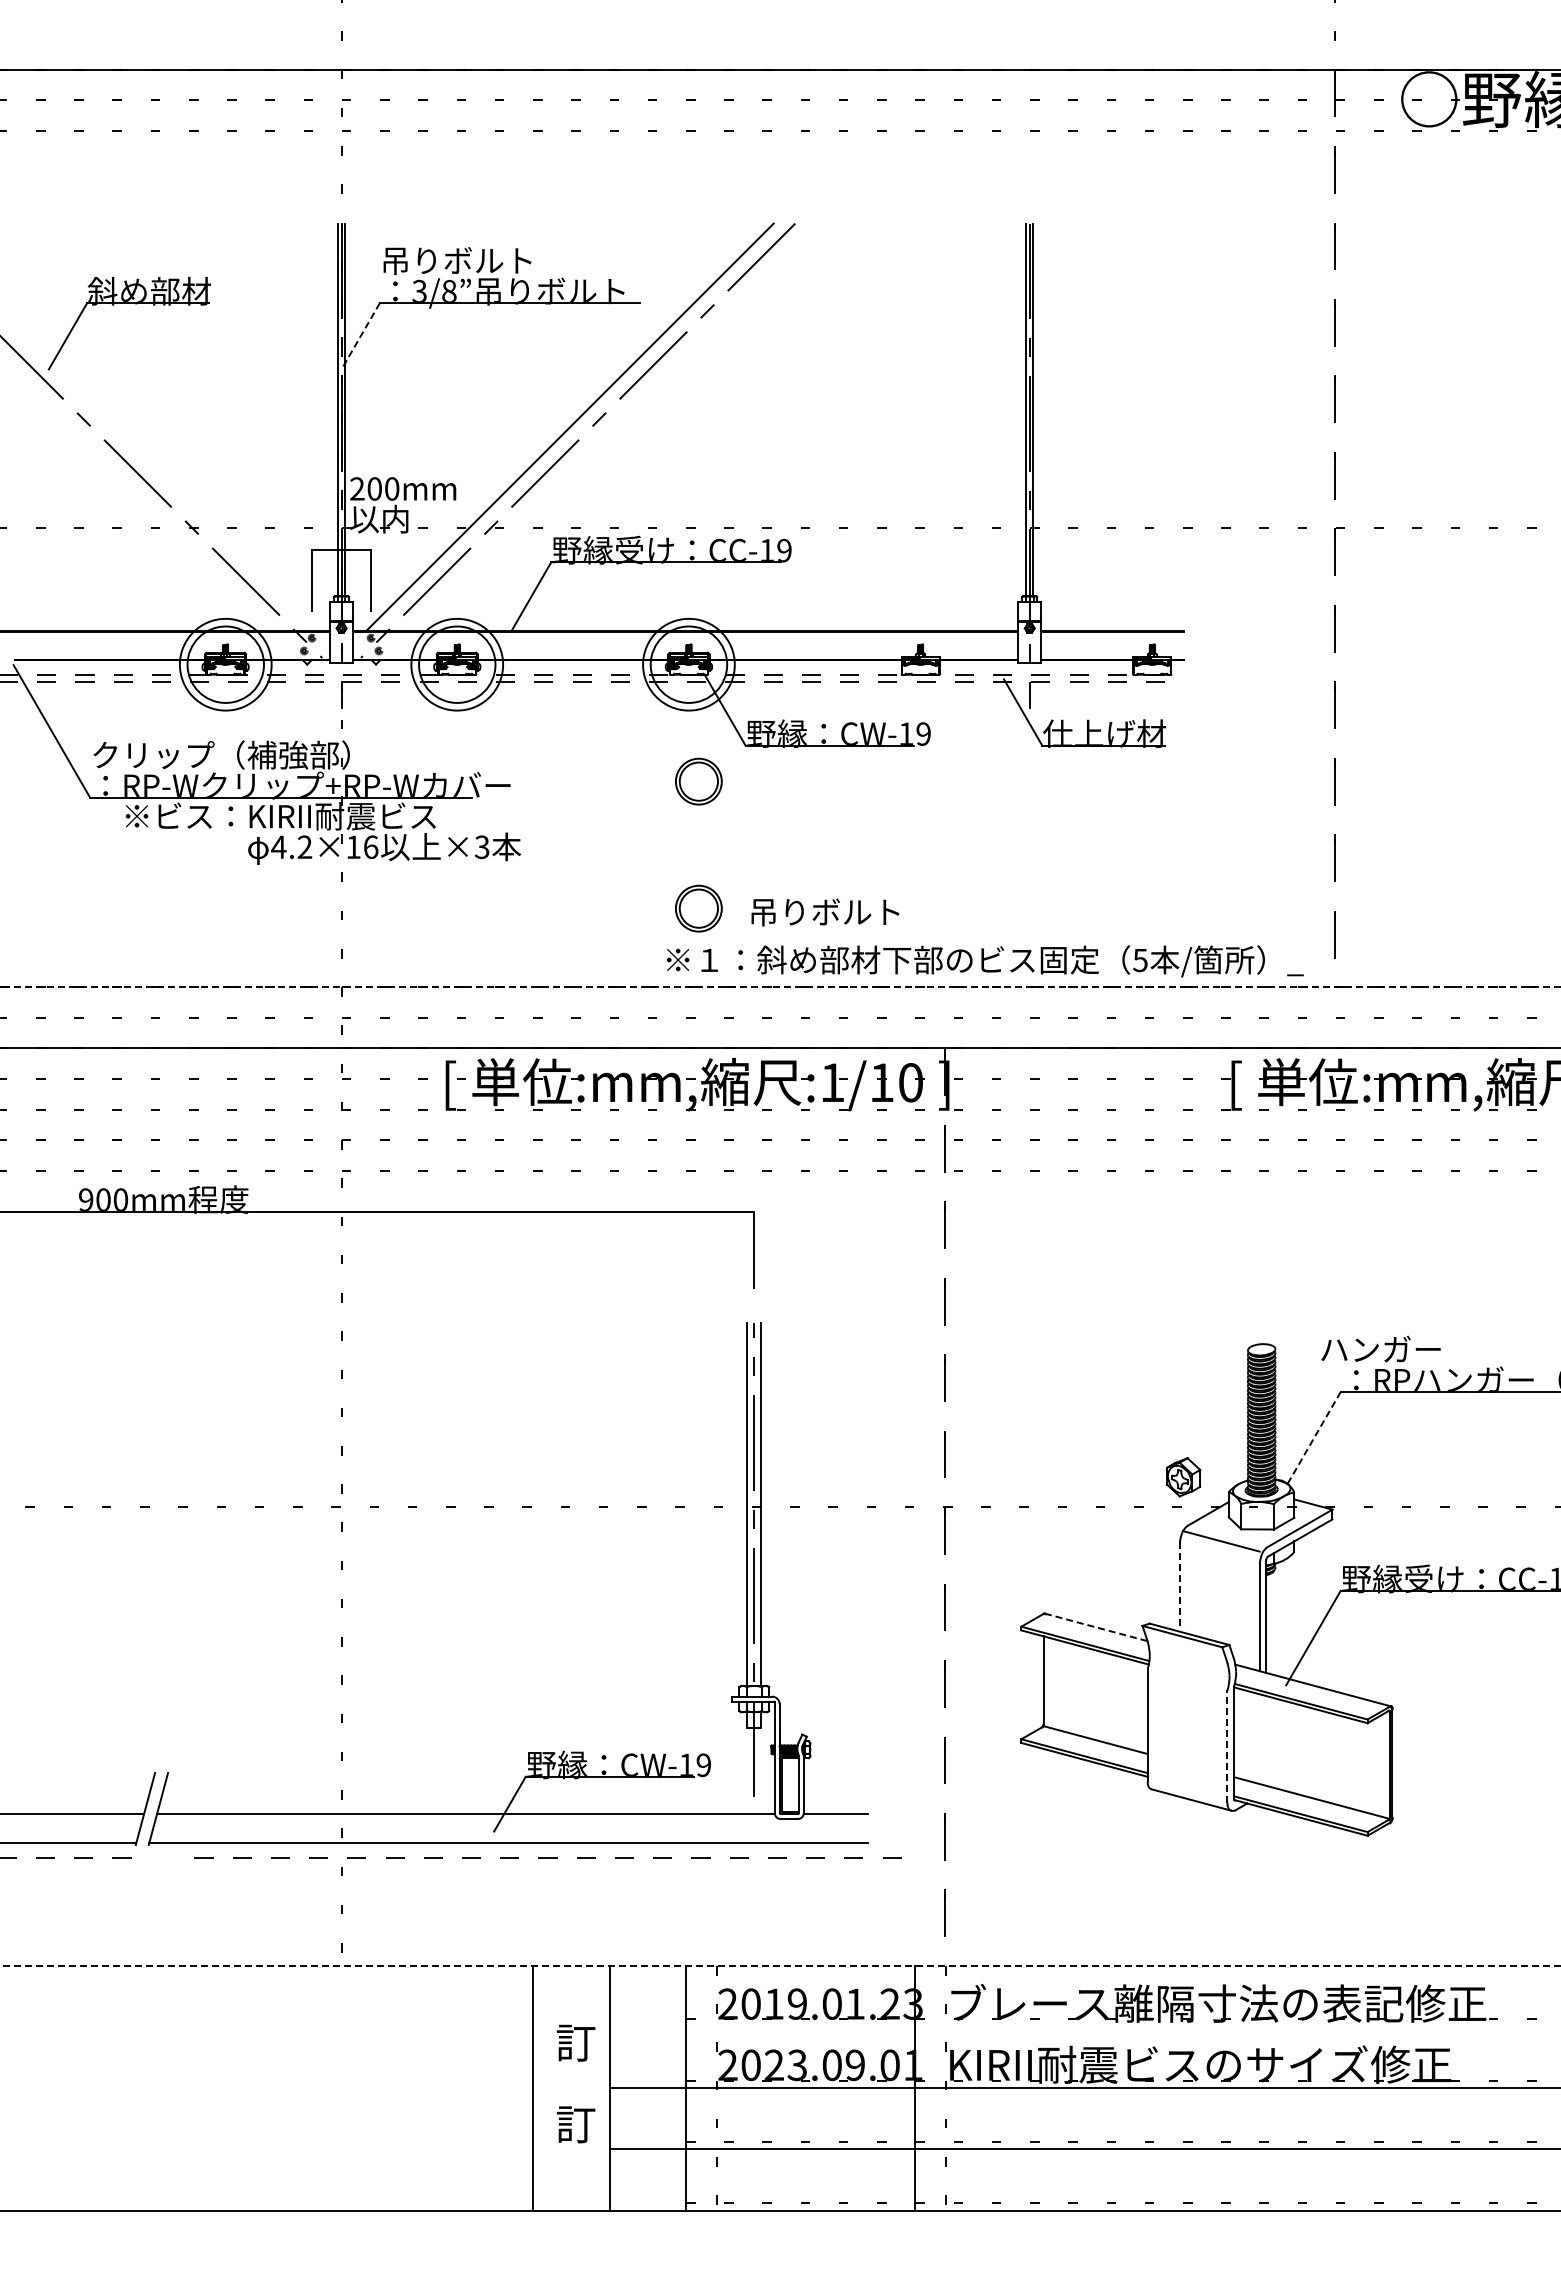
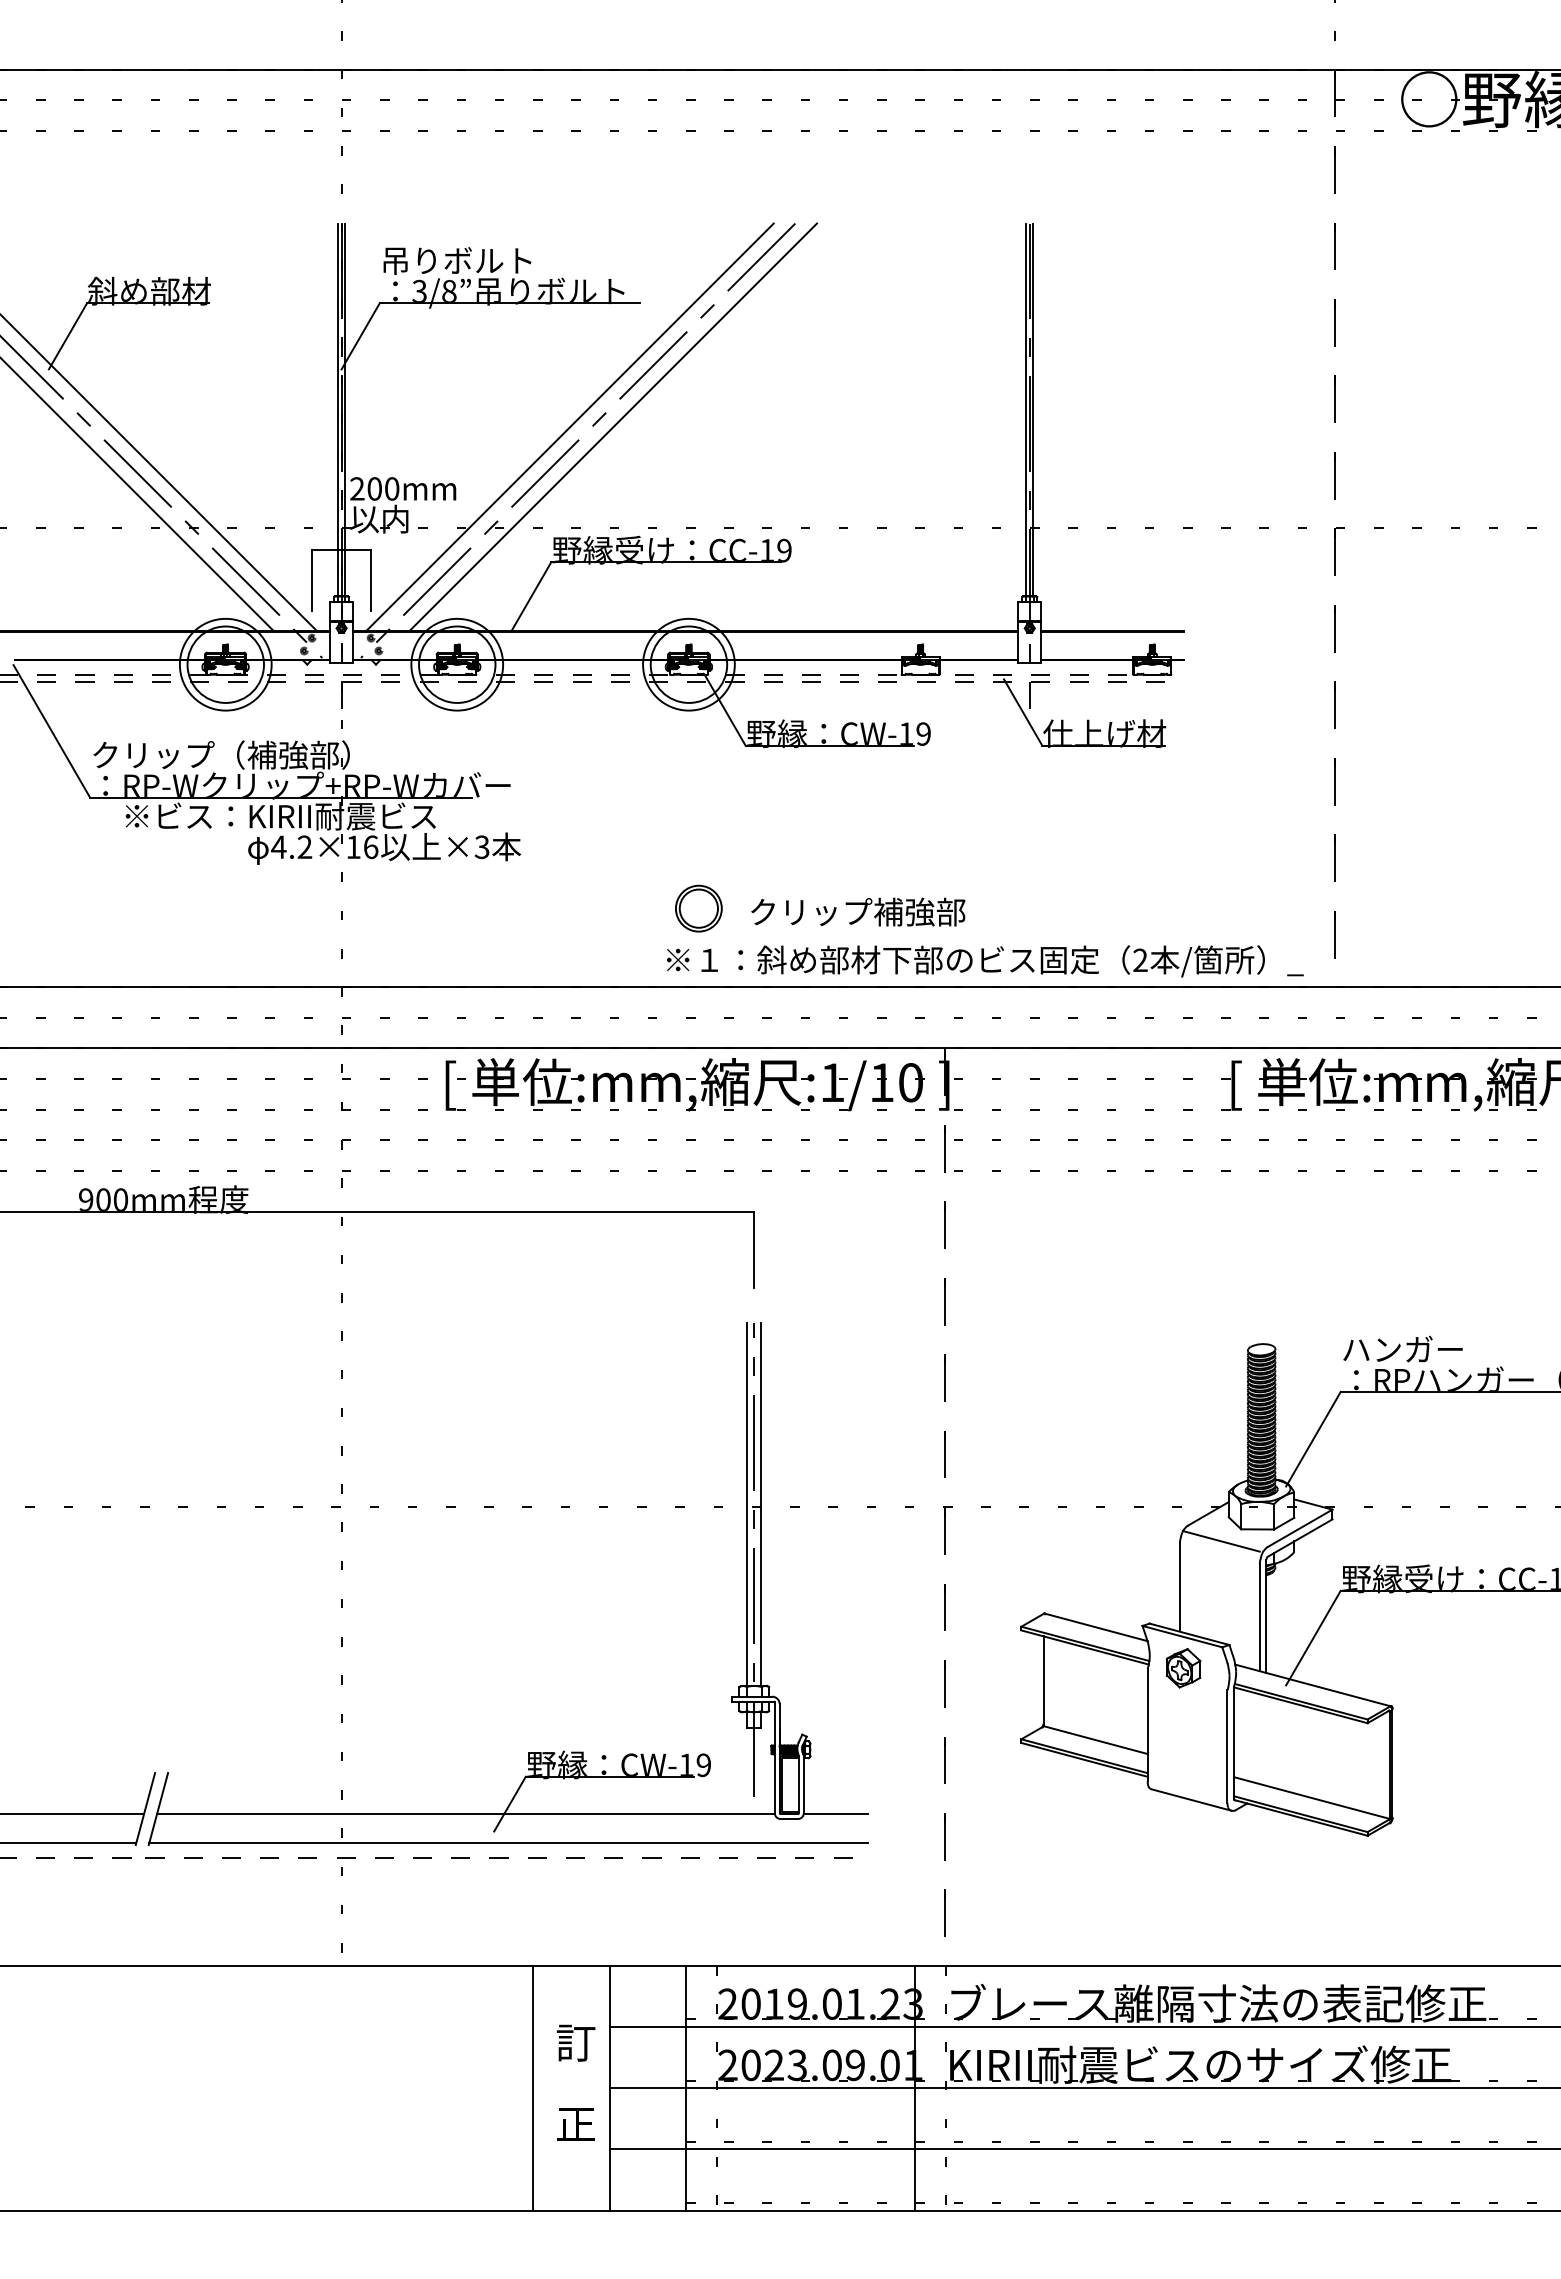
line at (360, 336): dashed -> solid
line at (613, 427): none -> present
line at (159, 473): none -> present
line at (138, 495): none -> present
part at (698, 781): present -> none
text at (858, 911): 吊りボルト -> クリップ補強部
text at (1140, 960): 5 -> 2
line at (780, 987): dashed -> solid
text at (1380, 1348) position: (1380, 1348) -> (1402, 1348)
line at (1313, 1439): dashed -> solid
part at (1183, 1477) position: (1183, 1477) -> (1183, 1668)
line at (1180, 1586): dashed -> solid
line at (1096, 1627): dashed -> solid
line at (1227, 1746): dashed -> solid
line at (547, 1857) position: (547, 1857) -> (498, 1857)
line at (780, 1965): dashed -> solid
line at (1083, 2027): none -> present
text at (575, 2124): 訂 -> 正
